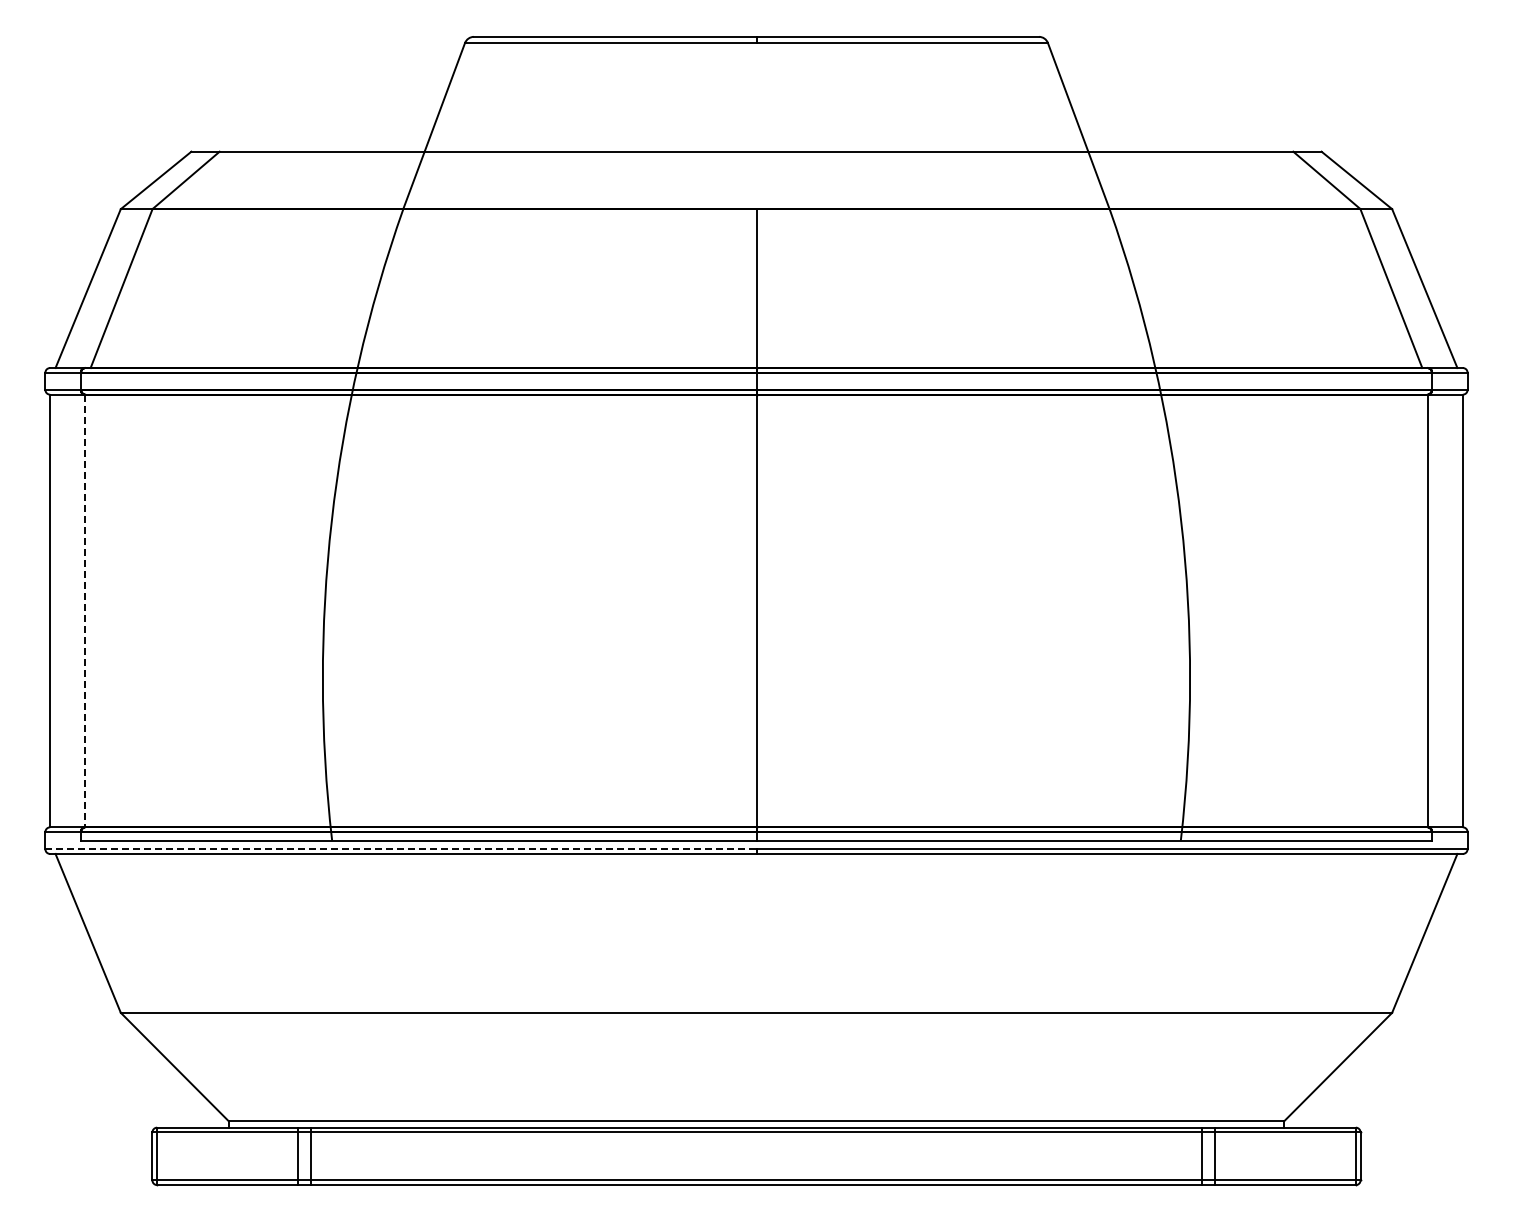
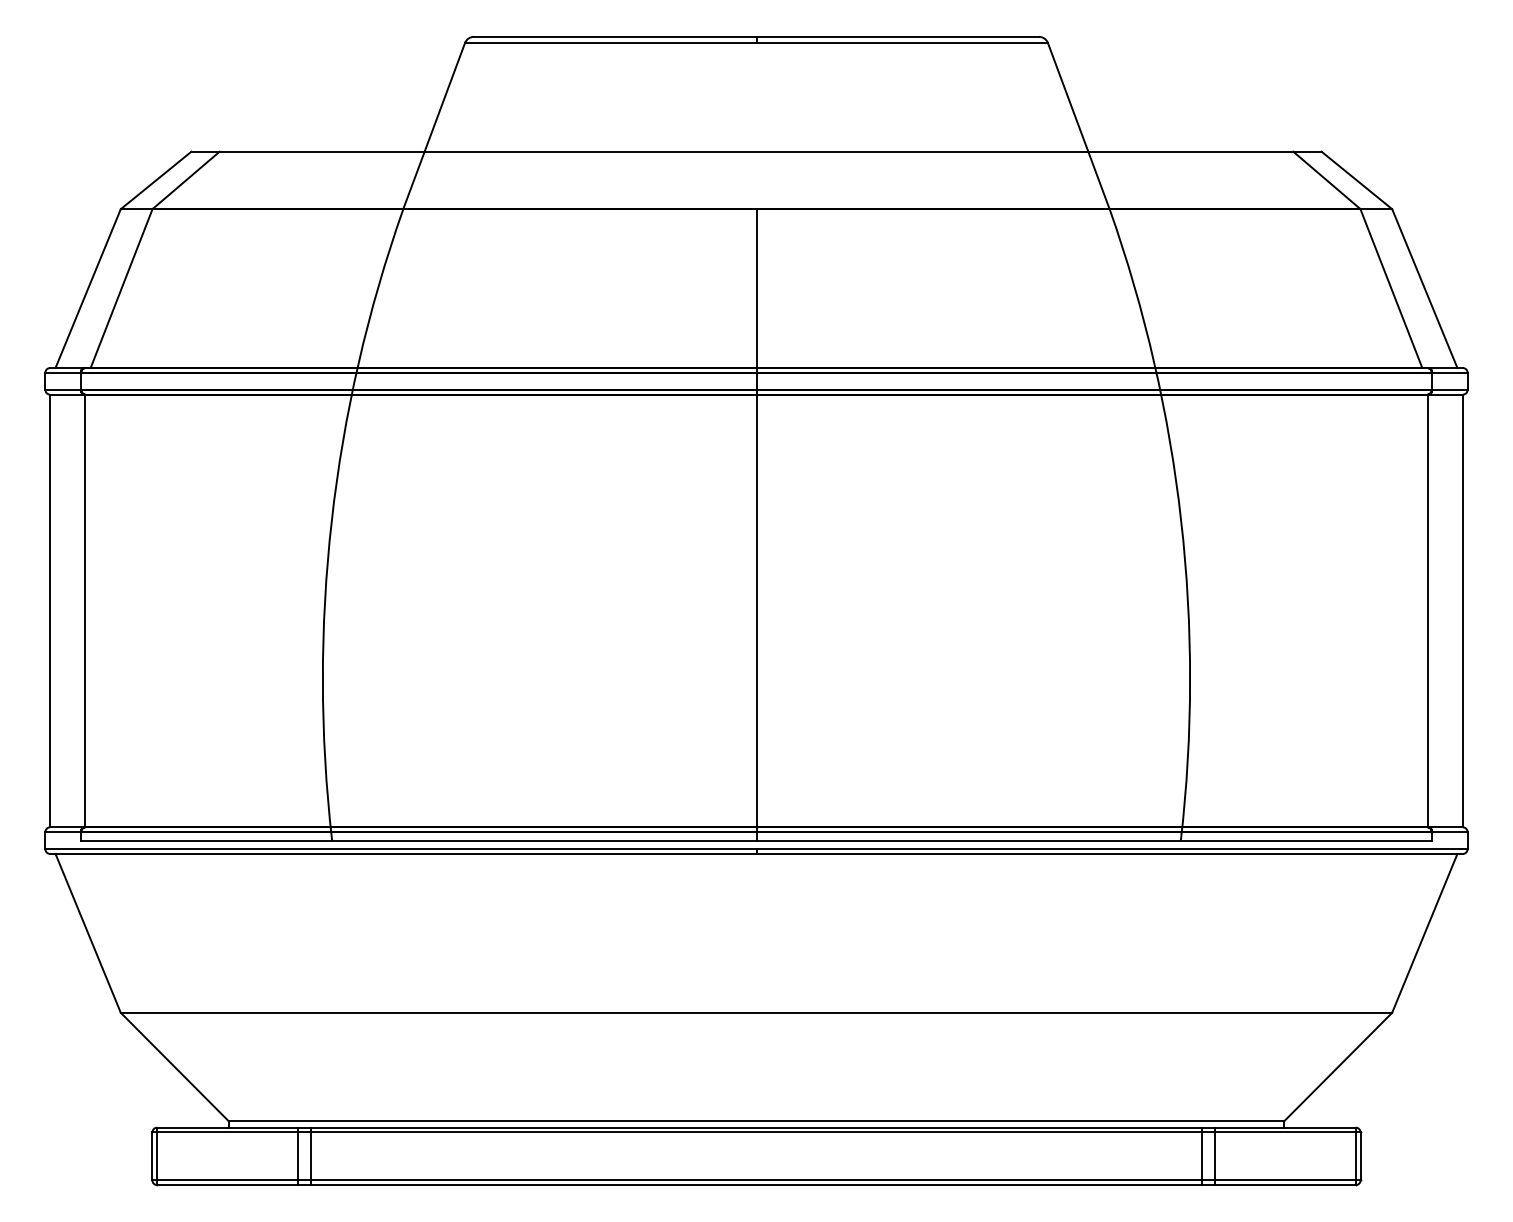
line at (85, 611): dashed -> solid
line at (400, 849): dashed -> solid
